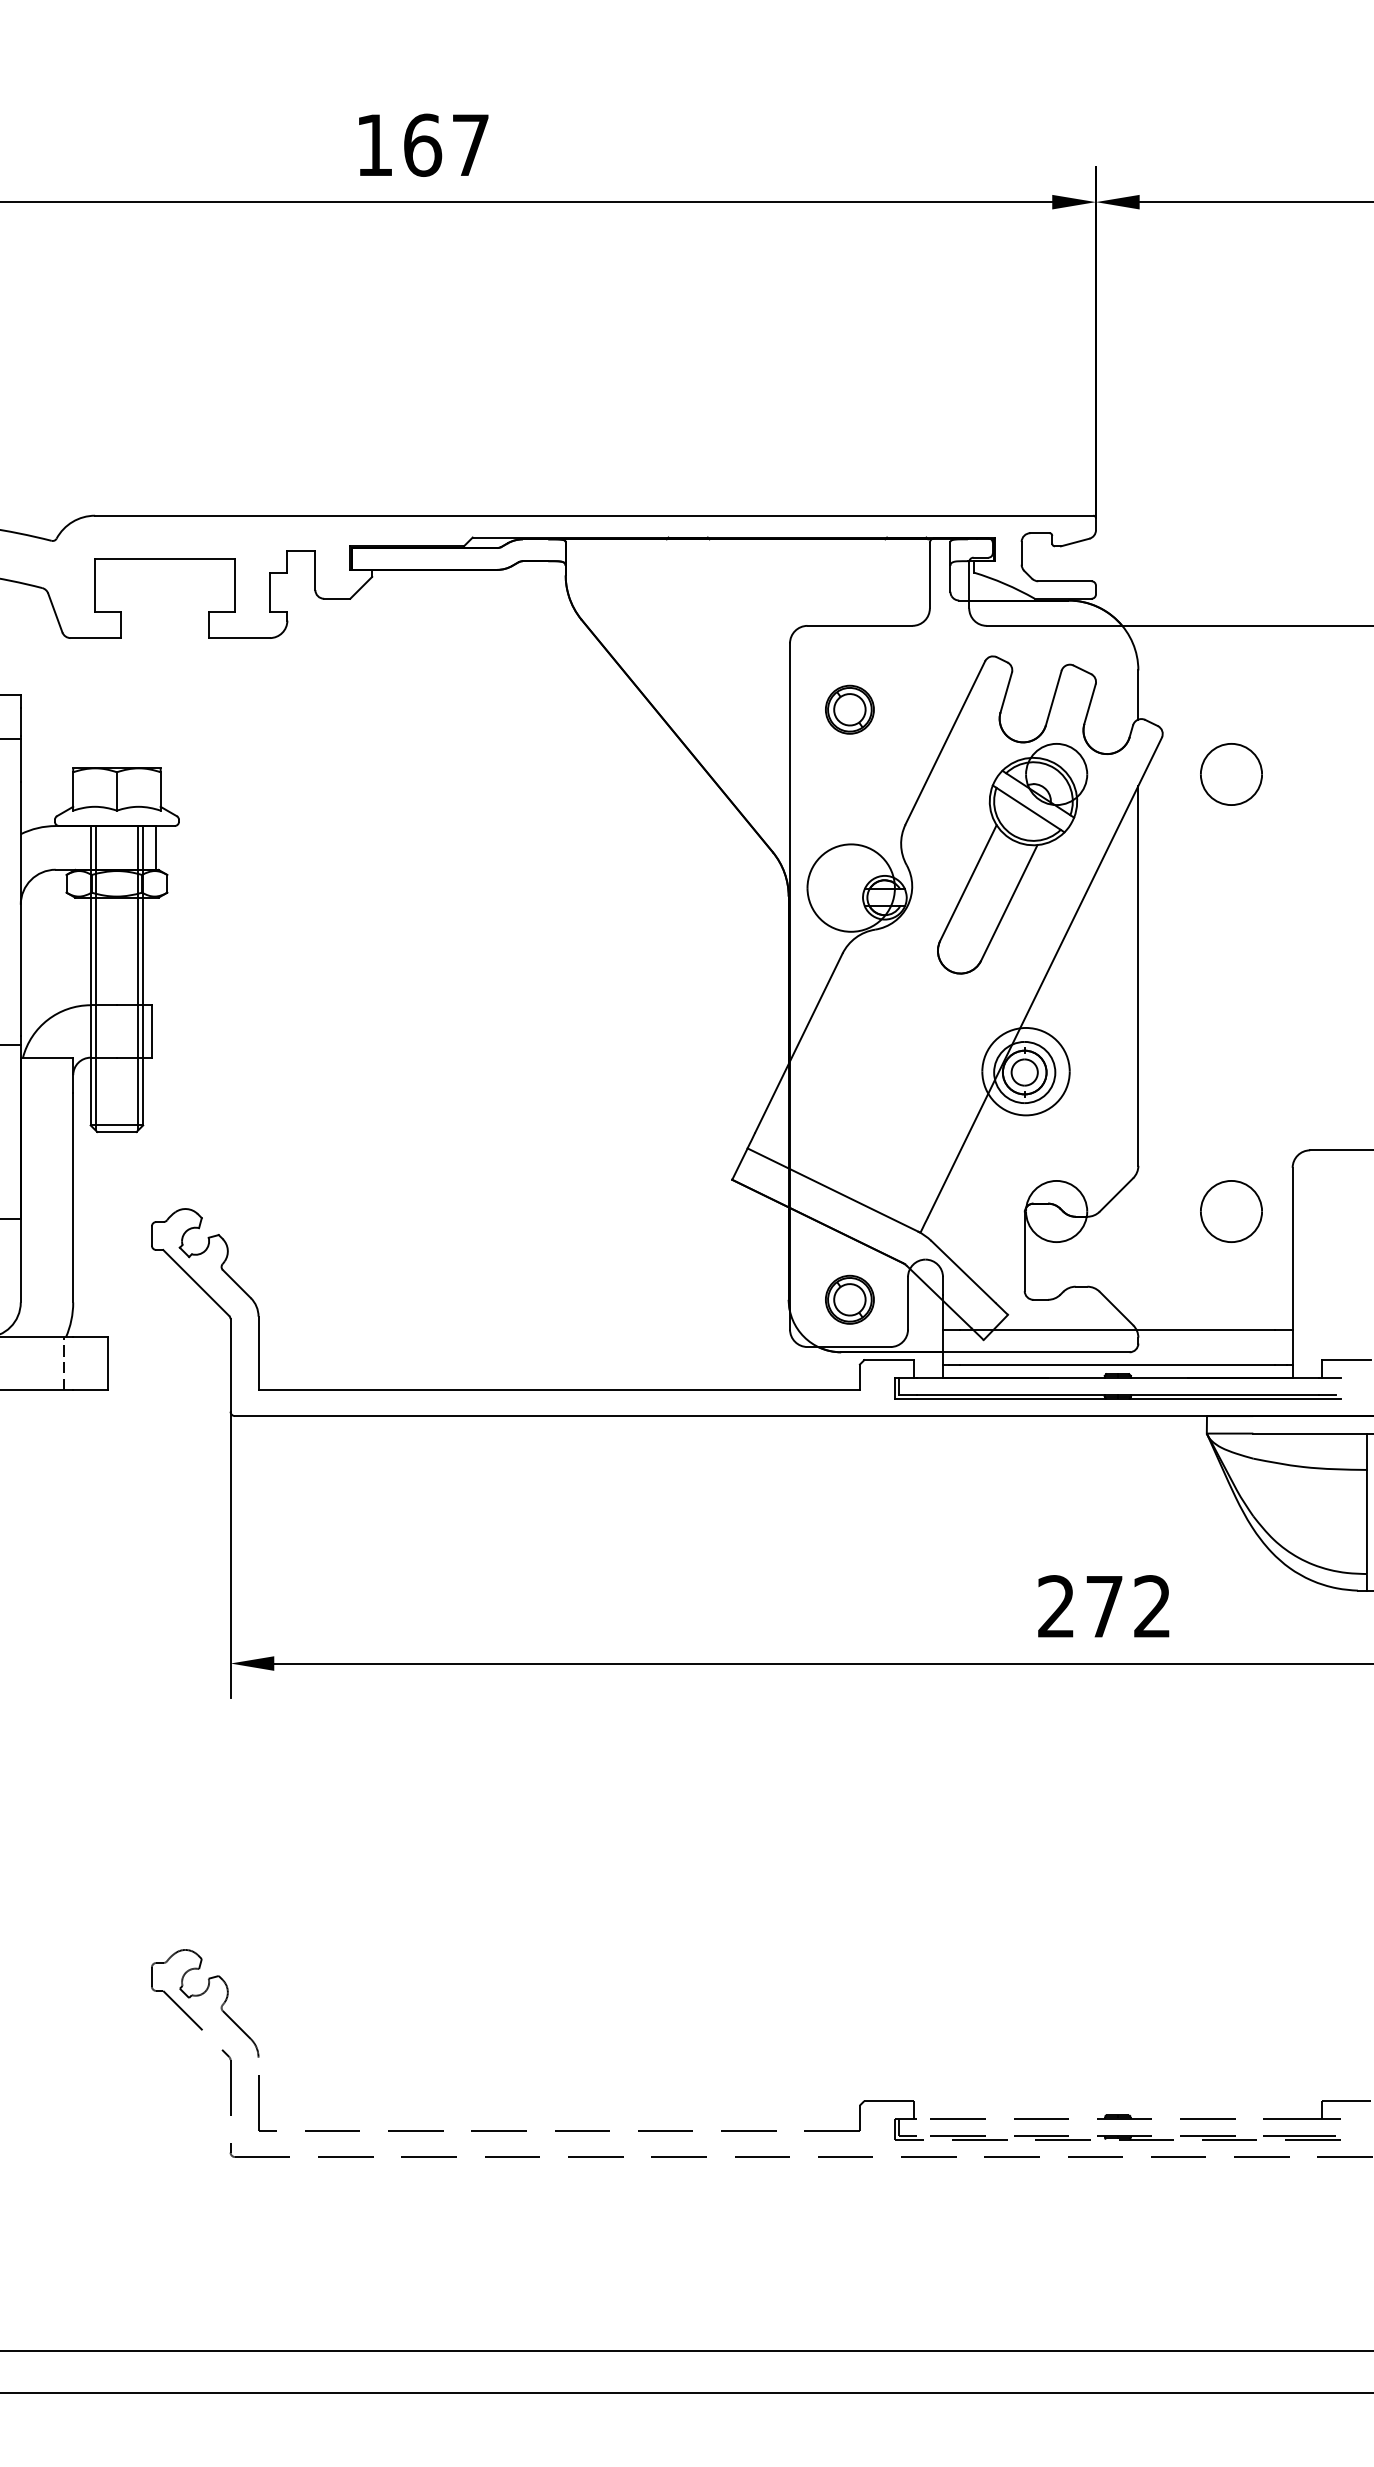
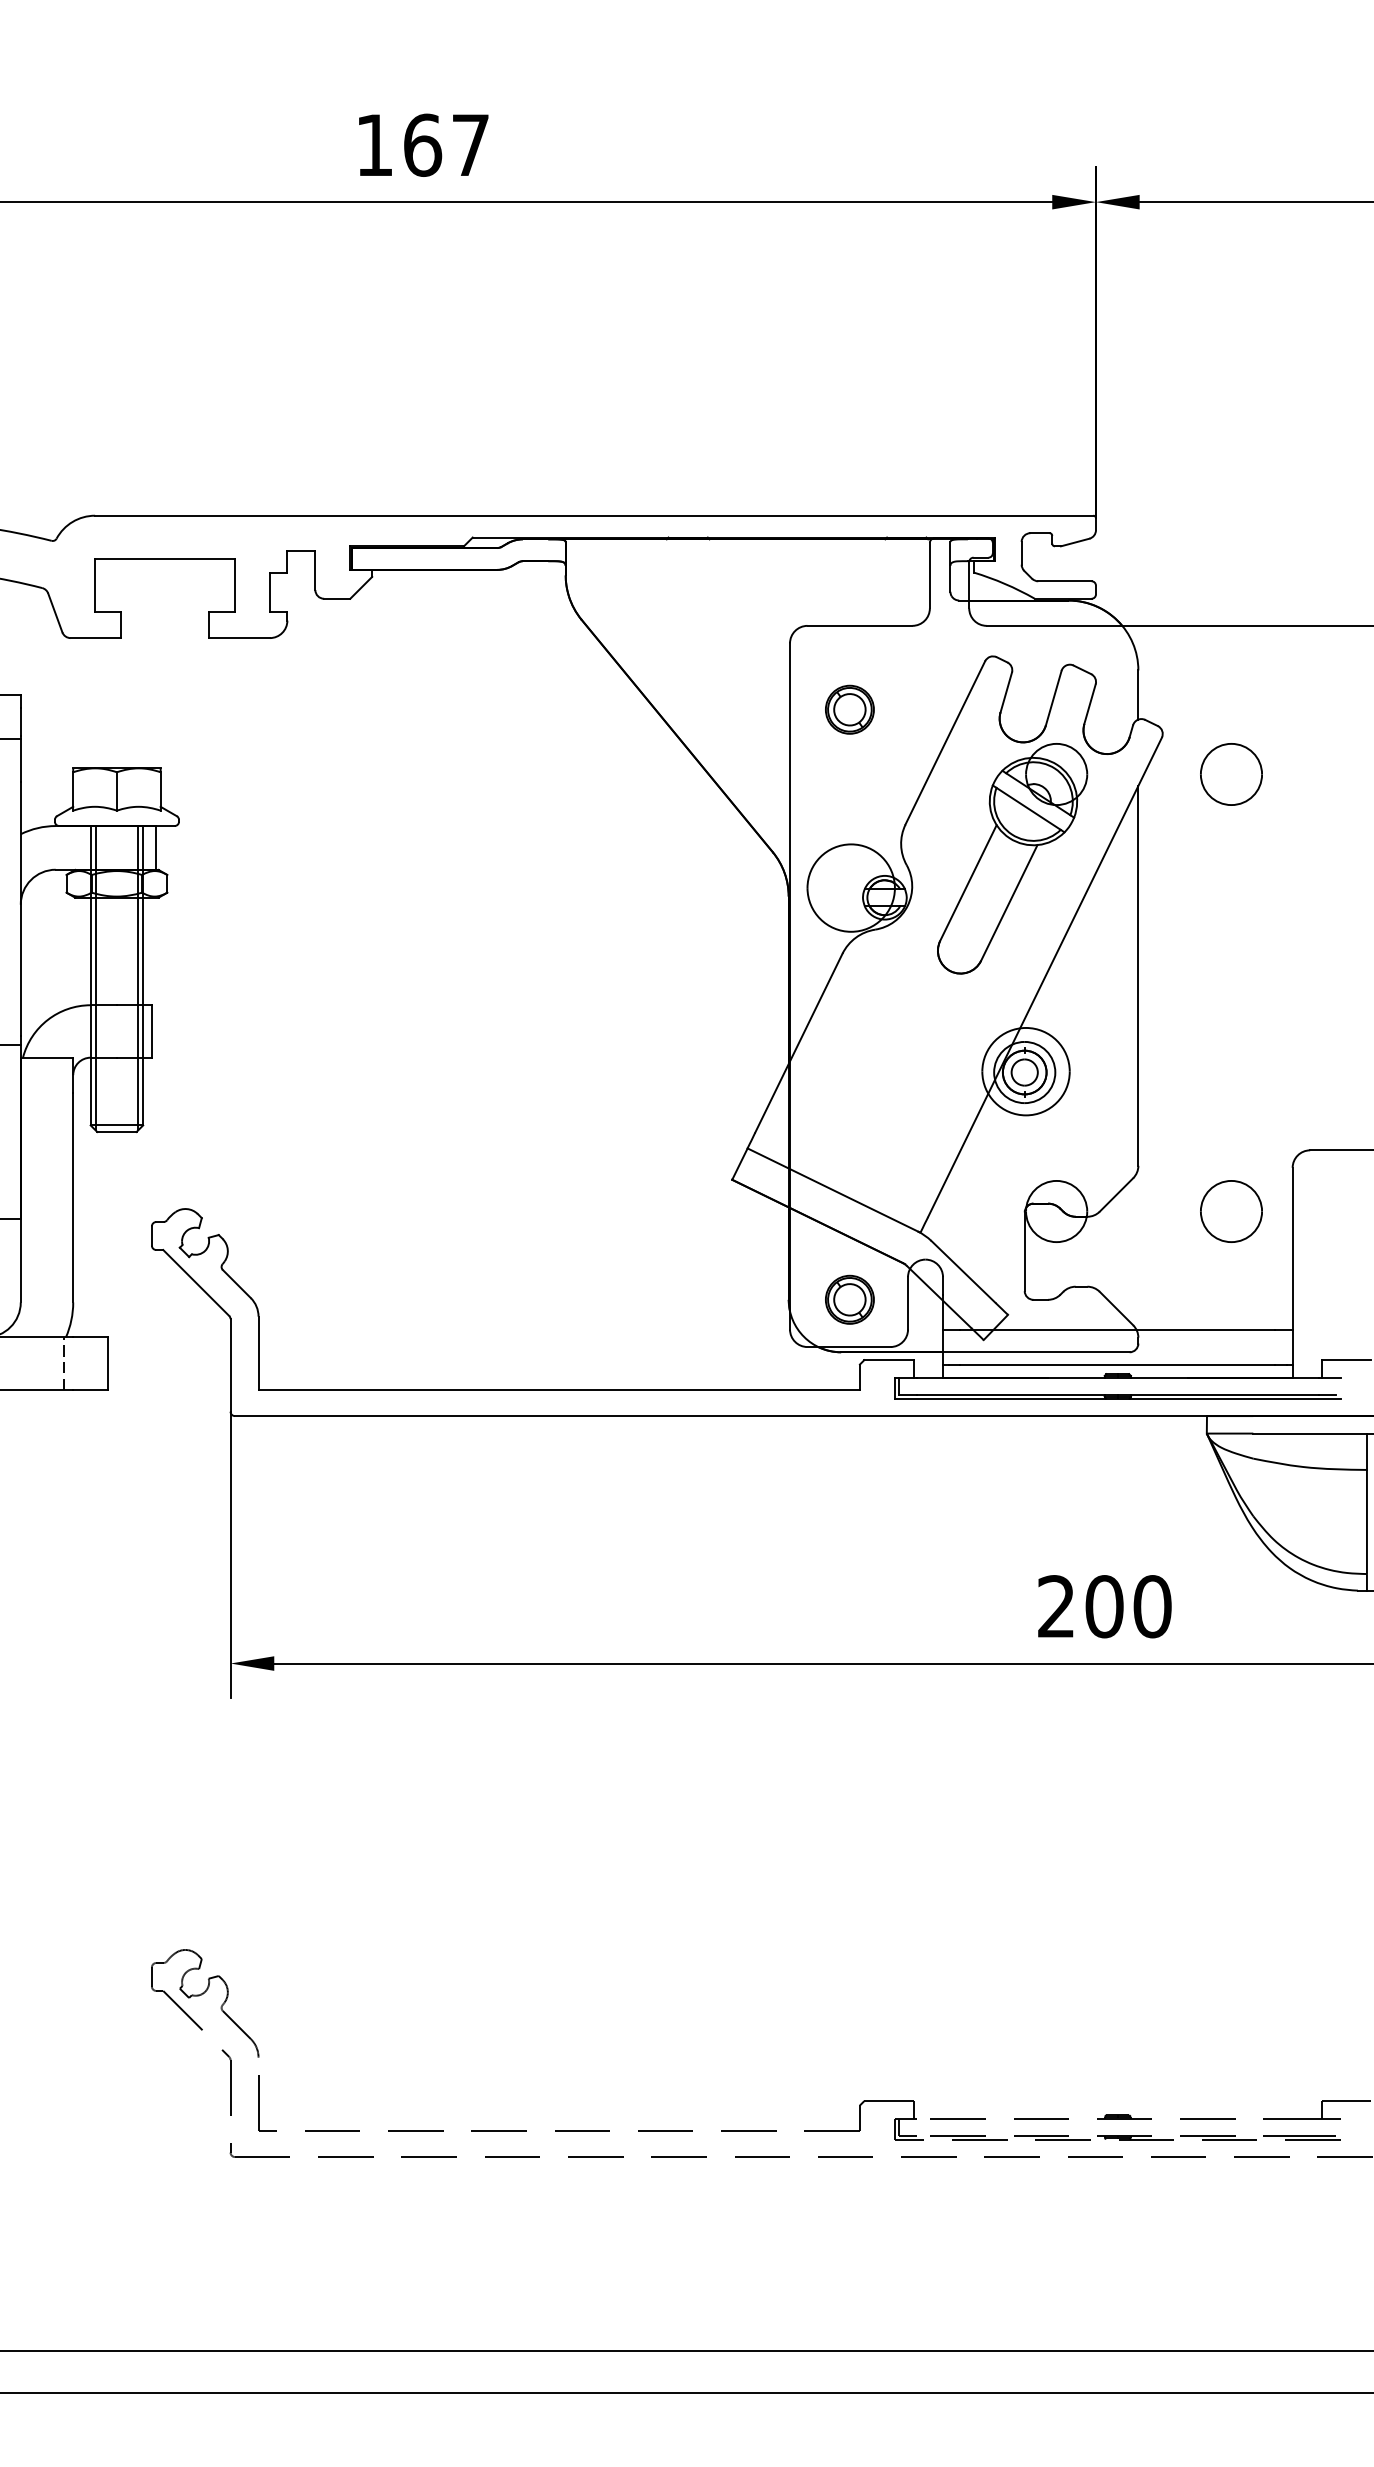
text at (1128, 1606): 272 -> 200
